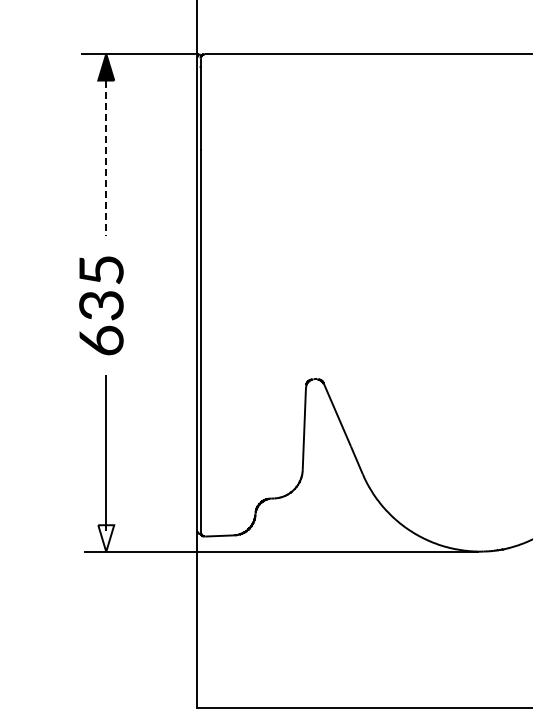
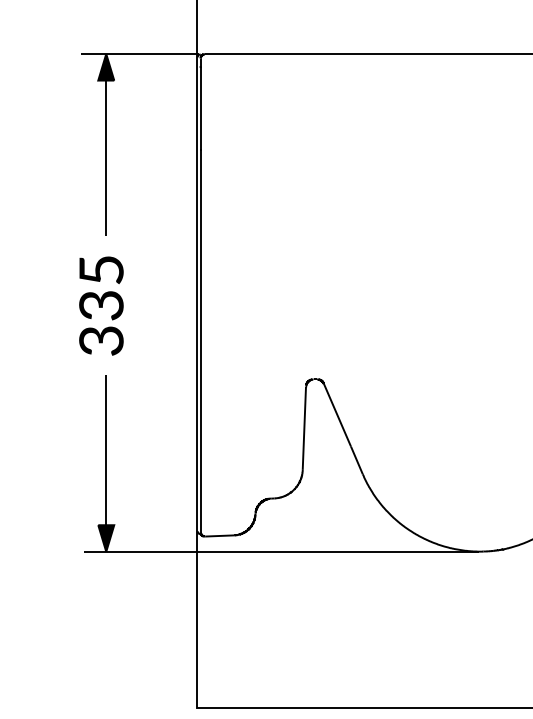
line at (106, 153): dashed -> solid
text at (101, 340): 635 -> 335
fill at (106, 538): none -> present
